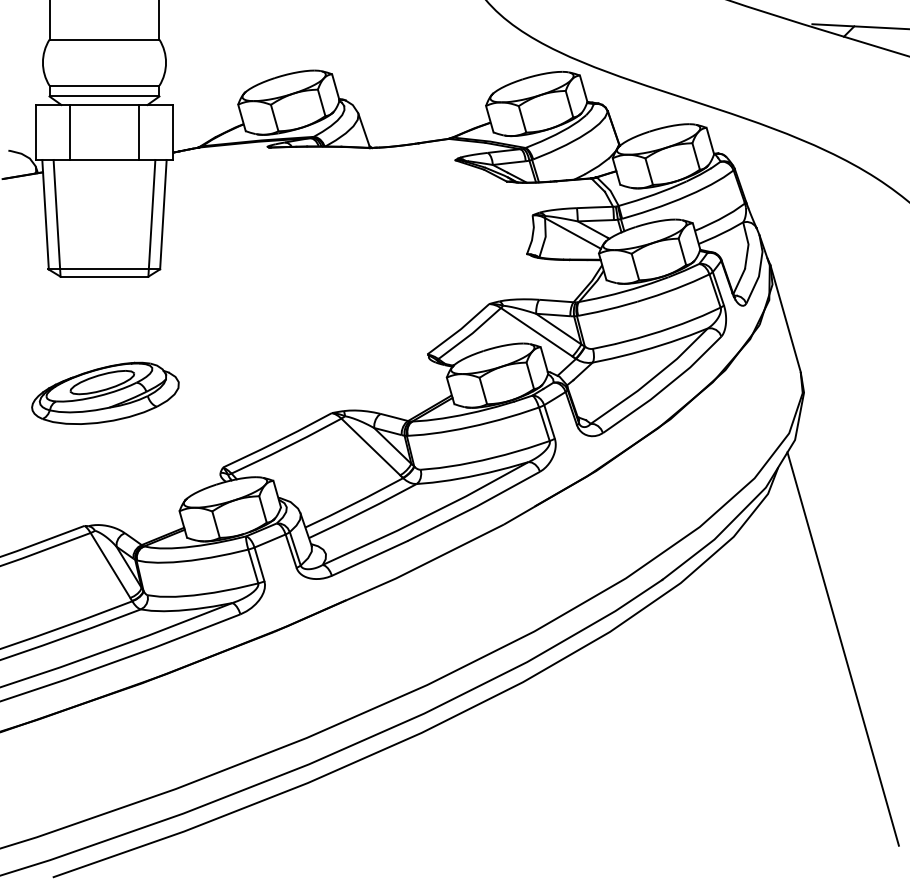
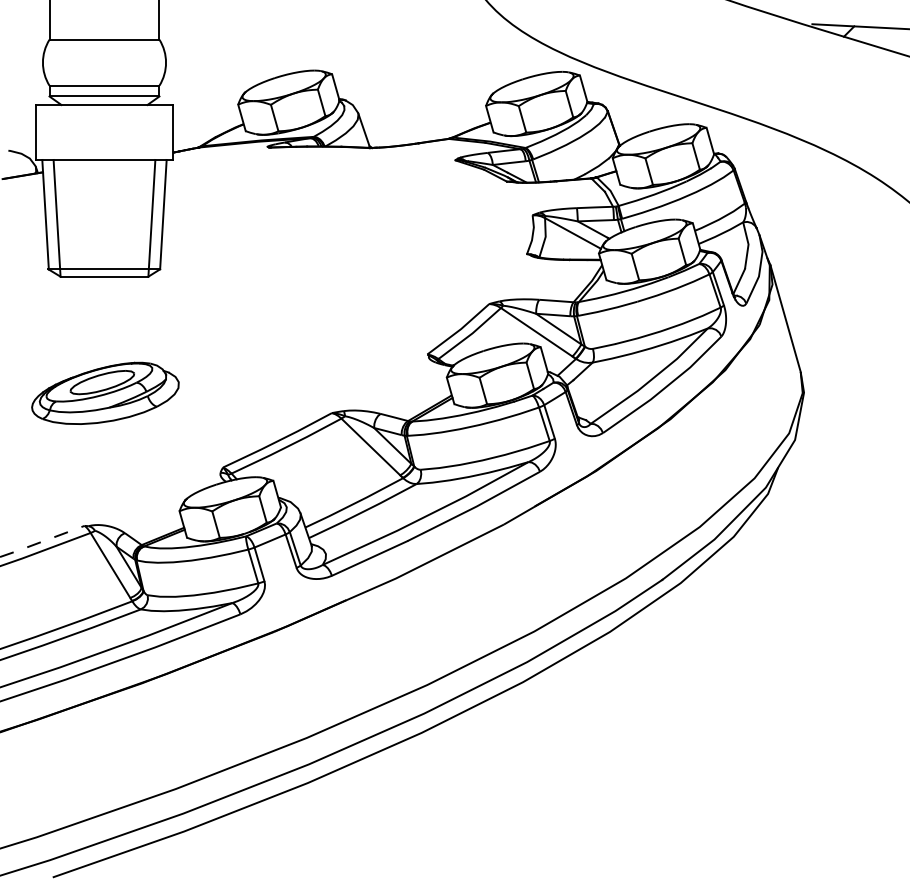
line at (70, 132): present -> none
line at (138, 132): present -> none
line at (42, 541): solid -> dashed
line at (842, 648): present -> none
